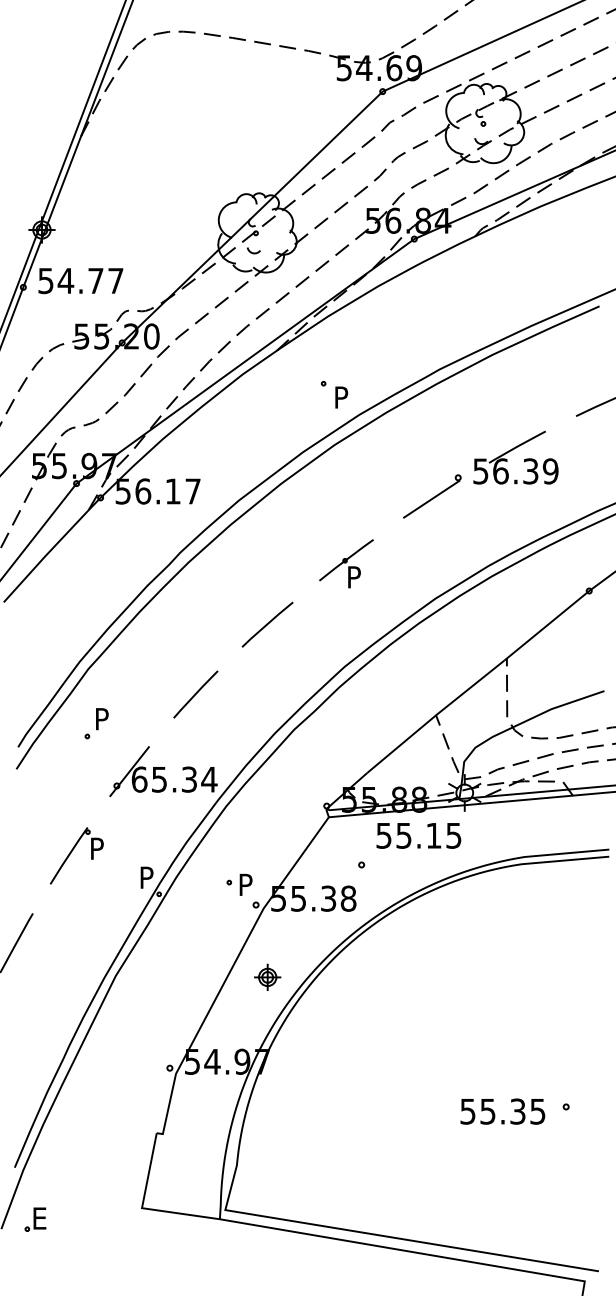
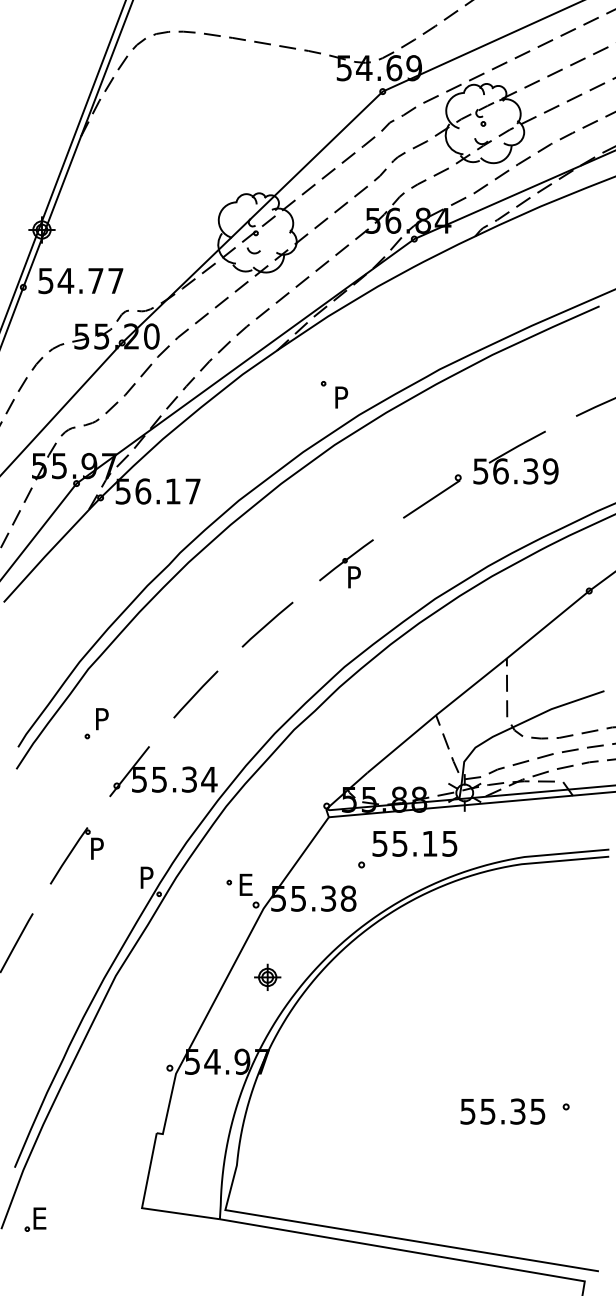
text at (139, 779): 65.34 -> 55.34
text at (418, 835) position: (418, 835) -> (414, 843)
text at (247, 884): P -> E
